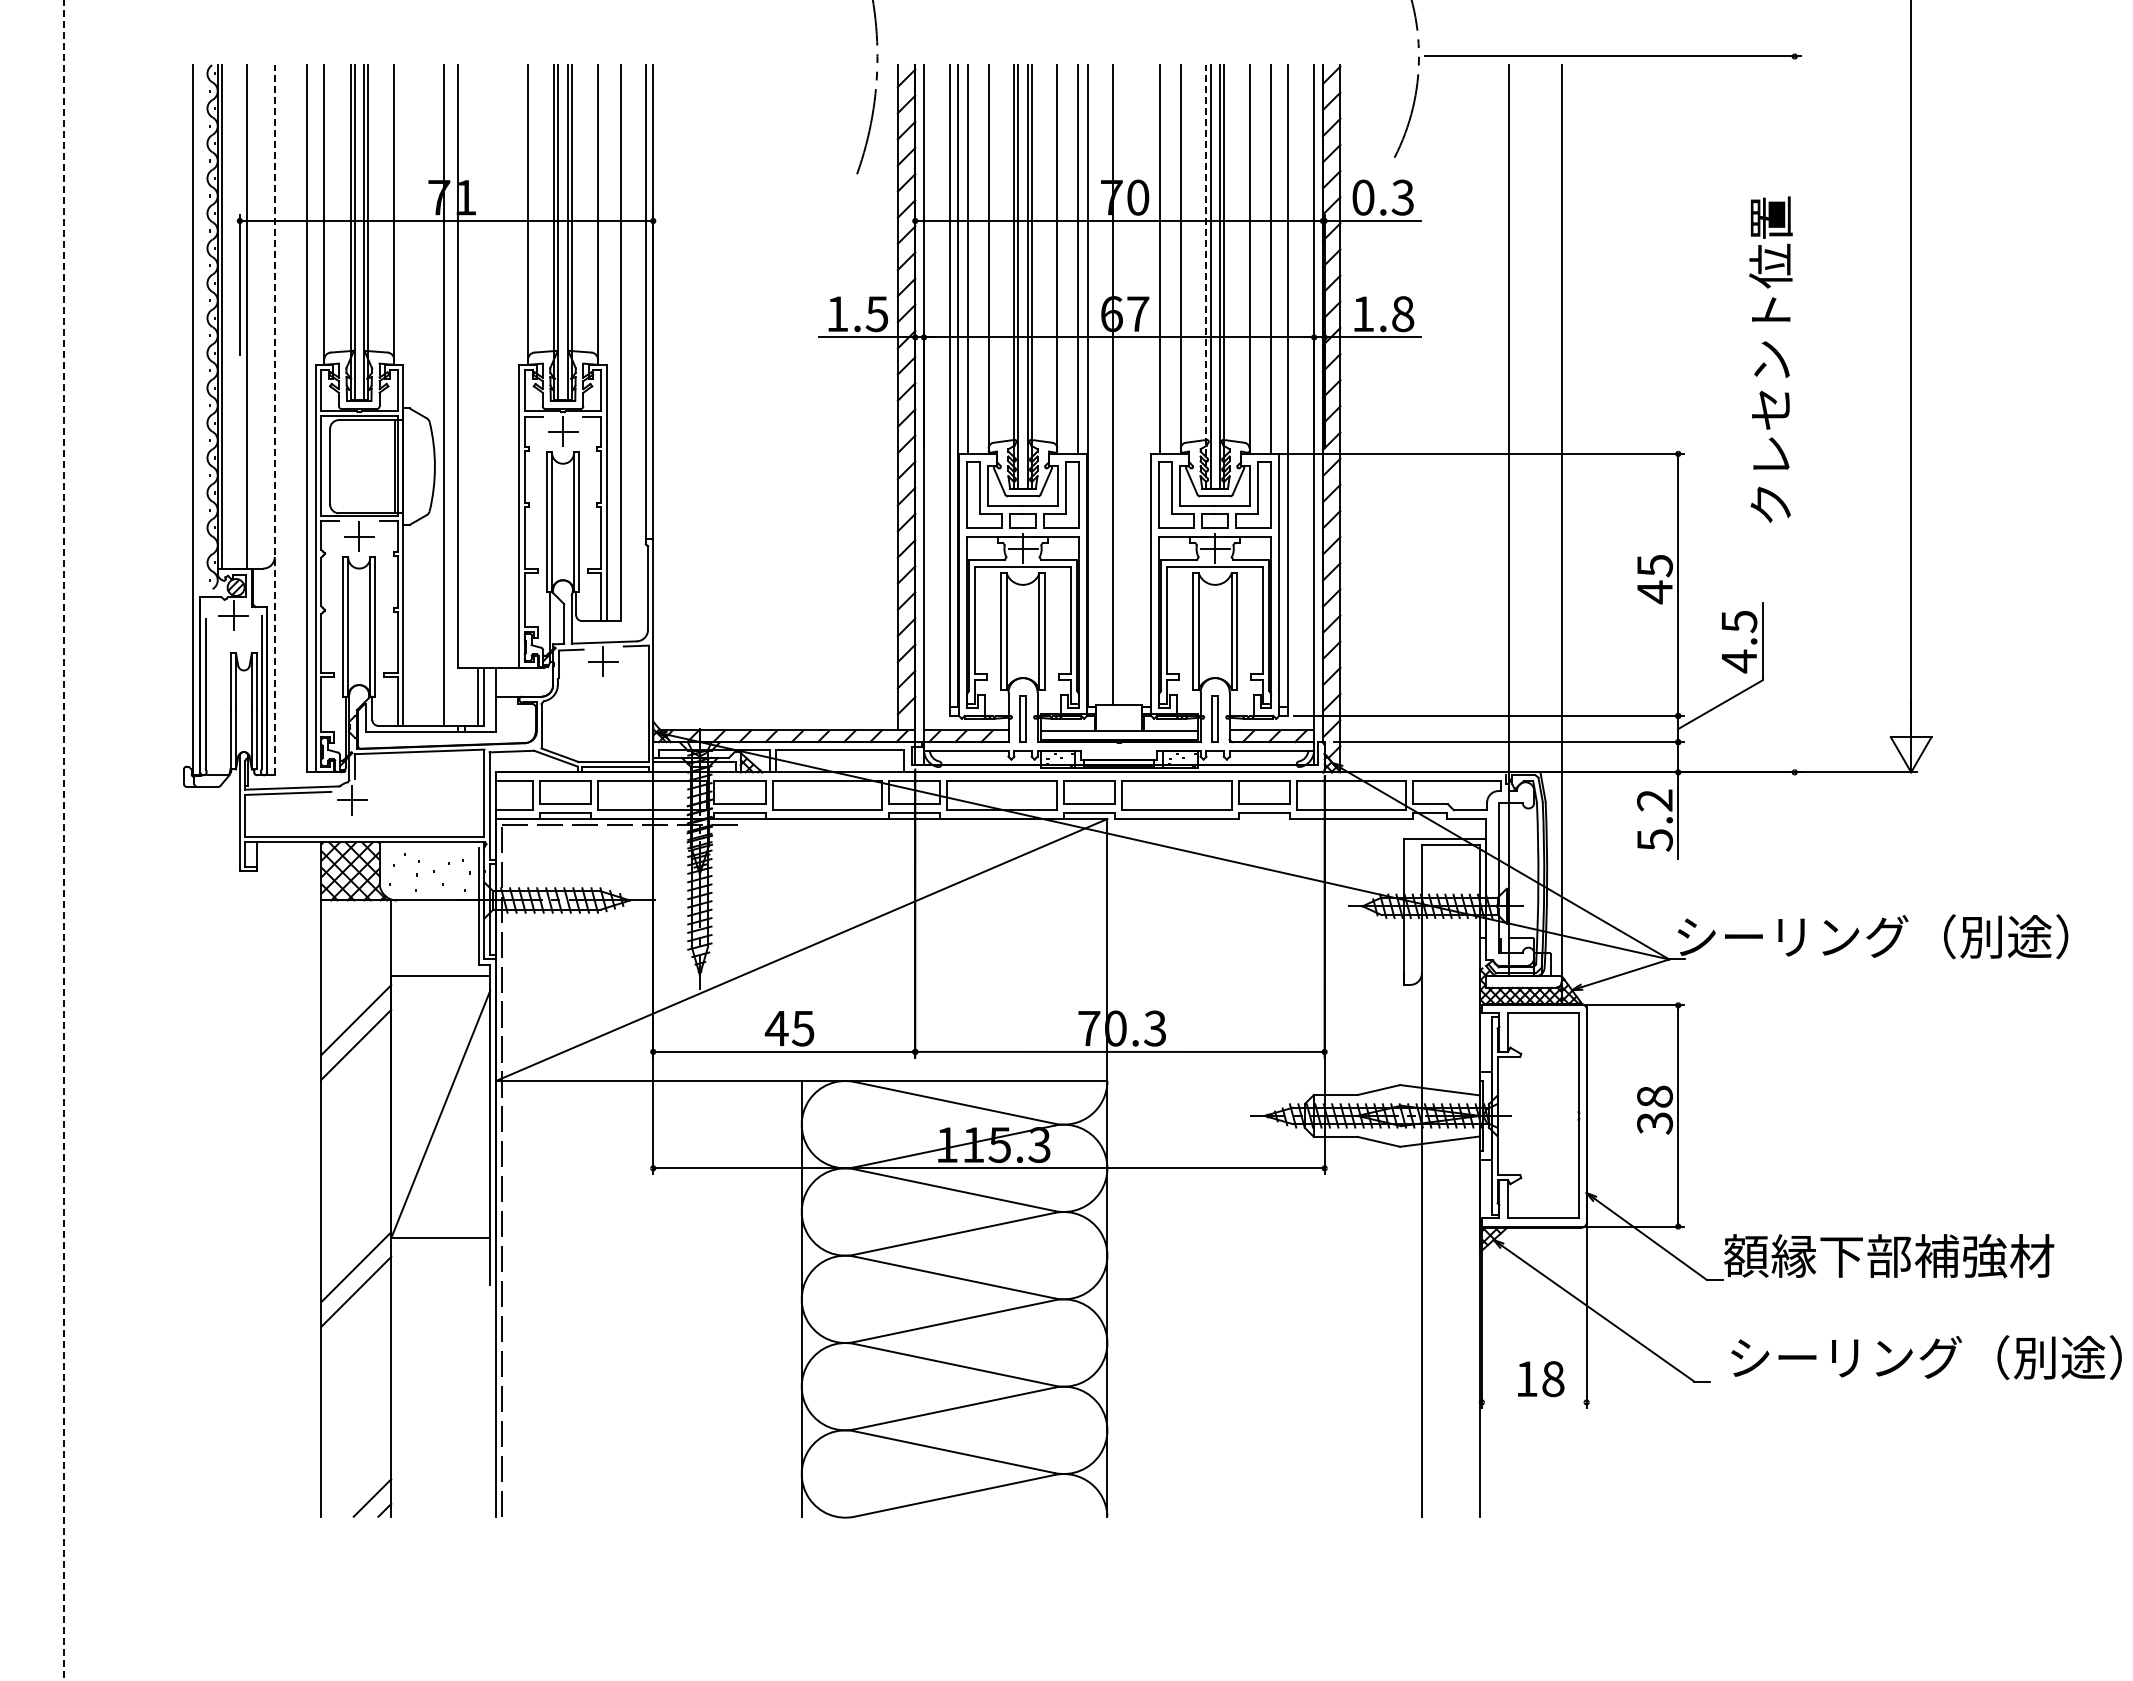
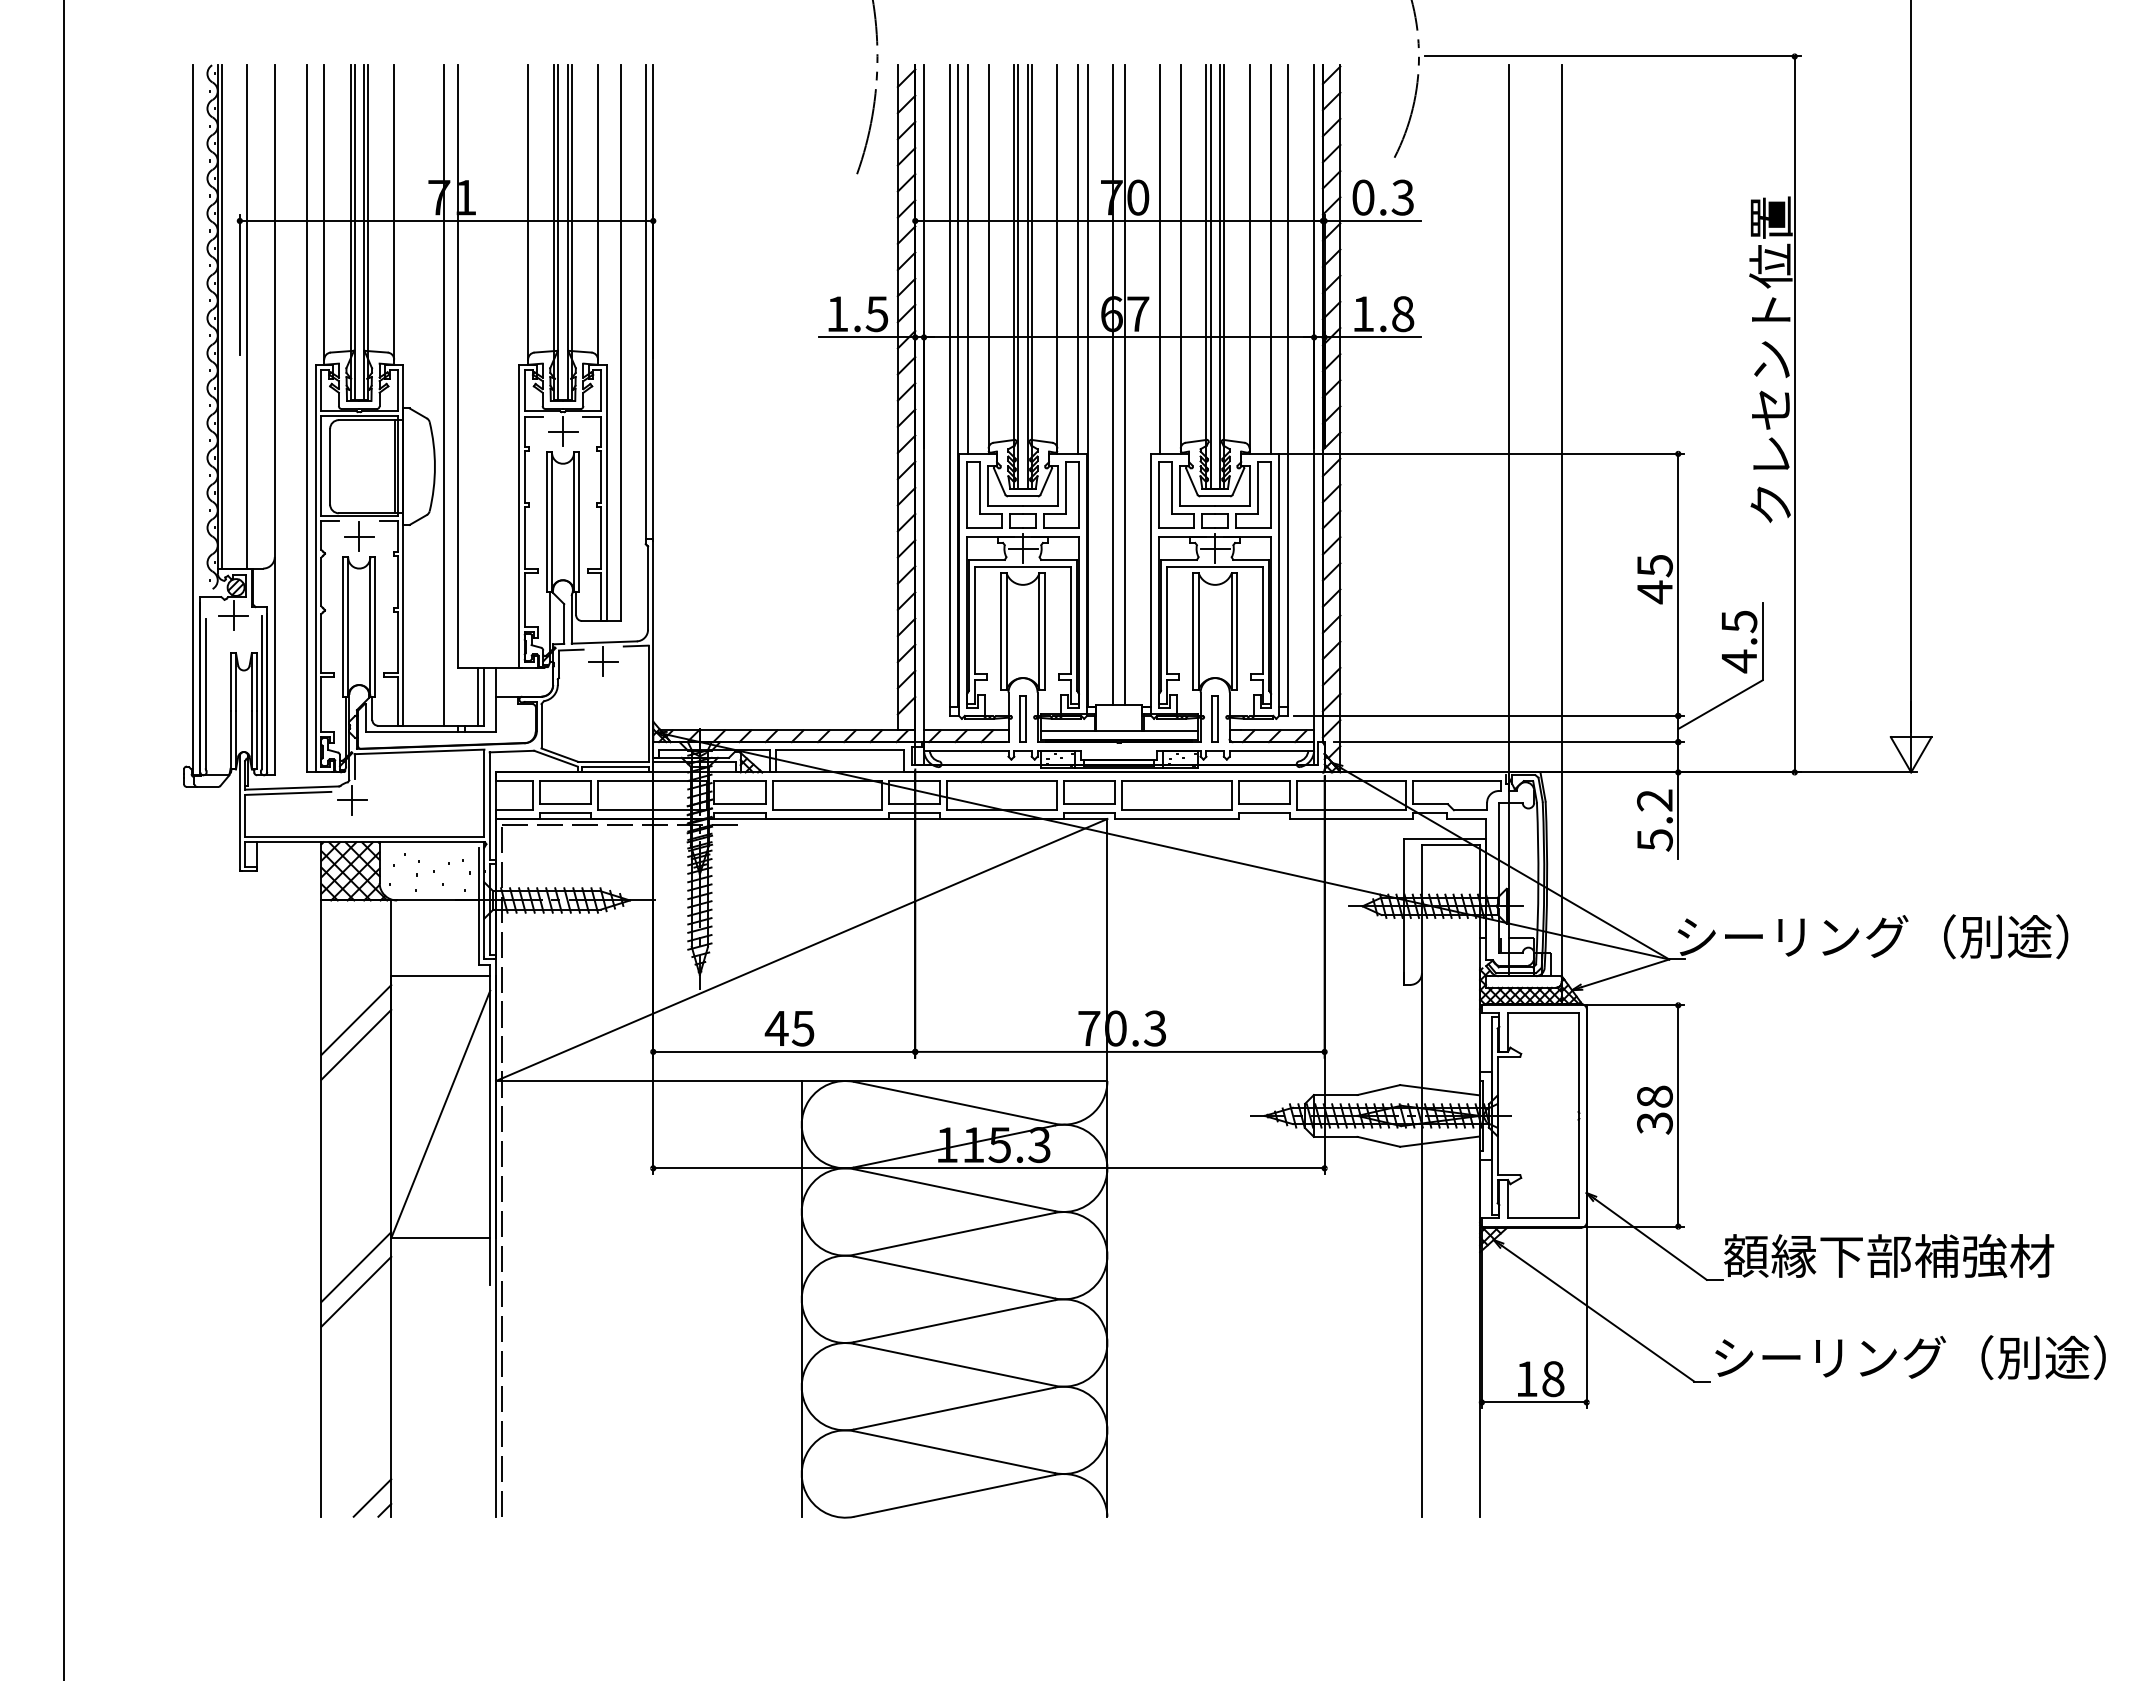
line at (1206, 277): dashed -> solid
line at (1124, 384): none -> present
line at (1794, 414): none -> present
line at (274, 419): dashed -> solid
line at (63, 839): dashed -> solid
text at (1926, 1357) position: (1926, 1357) -> (1910, 1357)
line at (1533, 1402): none -> present
